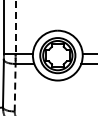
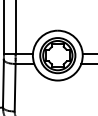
line at (15, 27): dashed -> solid
line at (15, 87): dashed -> solid
